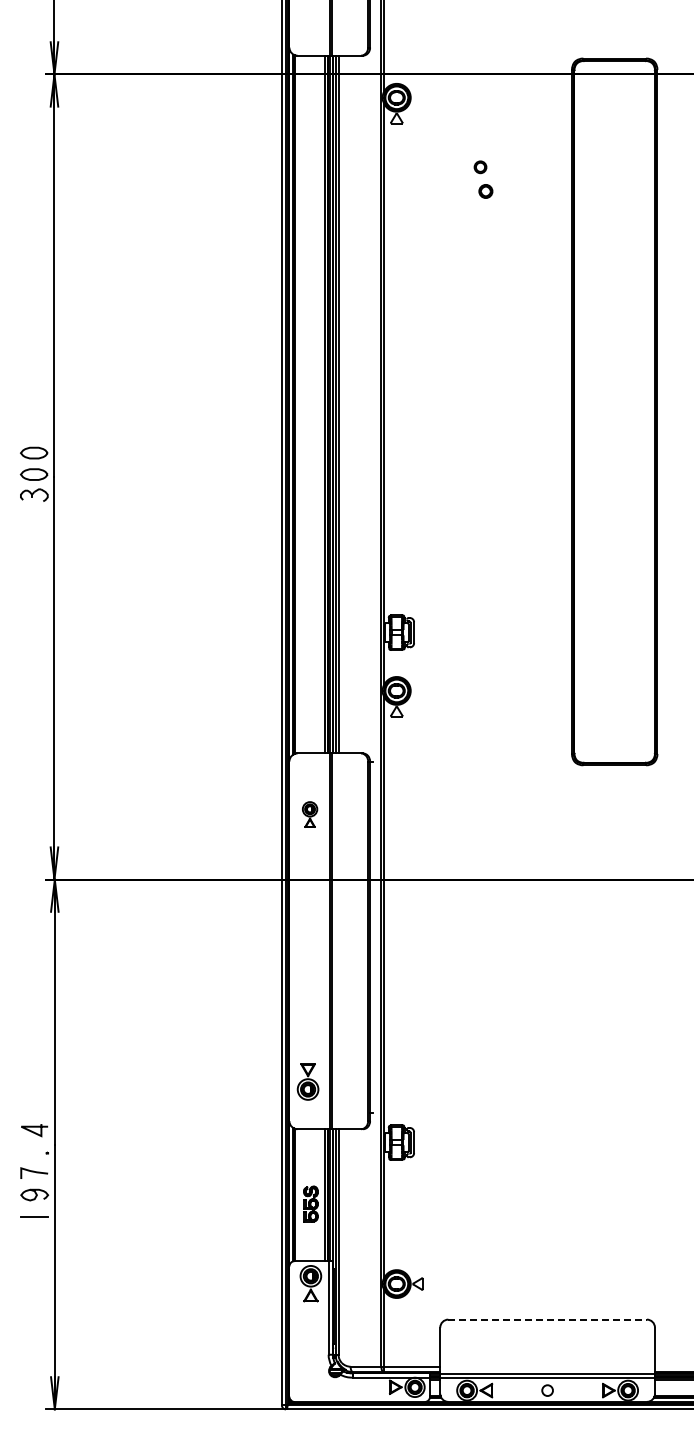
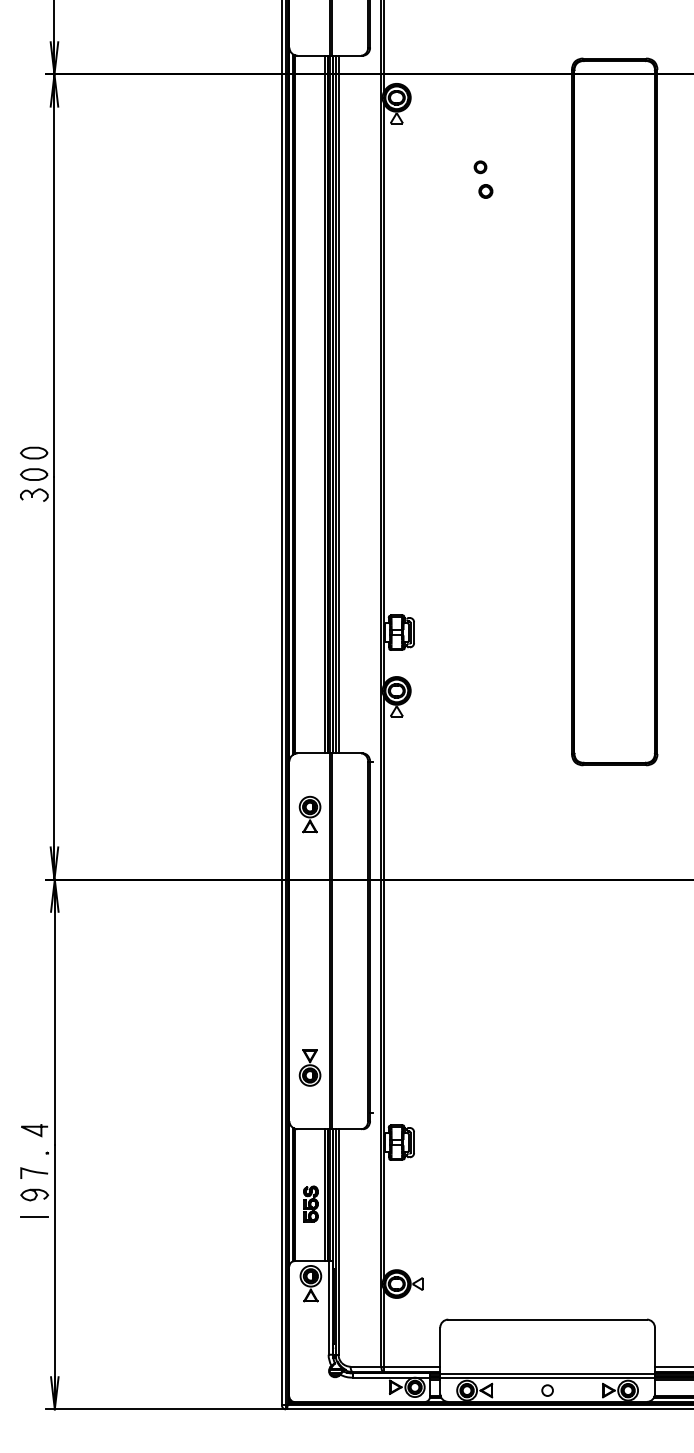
part at (310, 814) size: 17x27 px -> 24x39 px
part at (307, 1081) position: (307, 1081) -> (309, 1067)
line at (548, 1319): dashed -> solid
line at (672, 1366): none -> present
